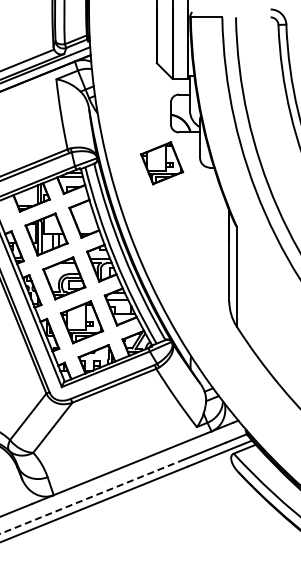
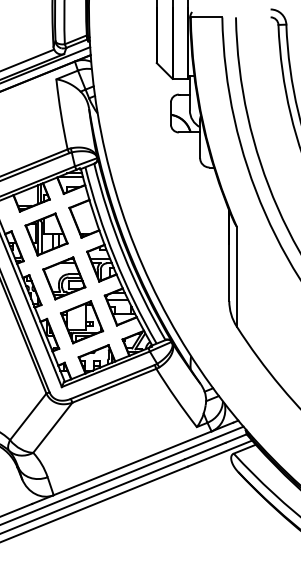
part at (162, 163): present -> none
line at (122, 475): none -> present
line at (93, 496): dashed -> solid
